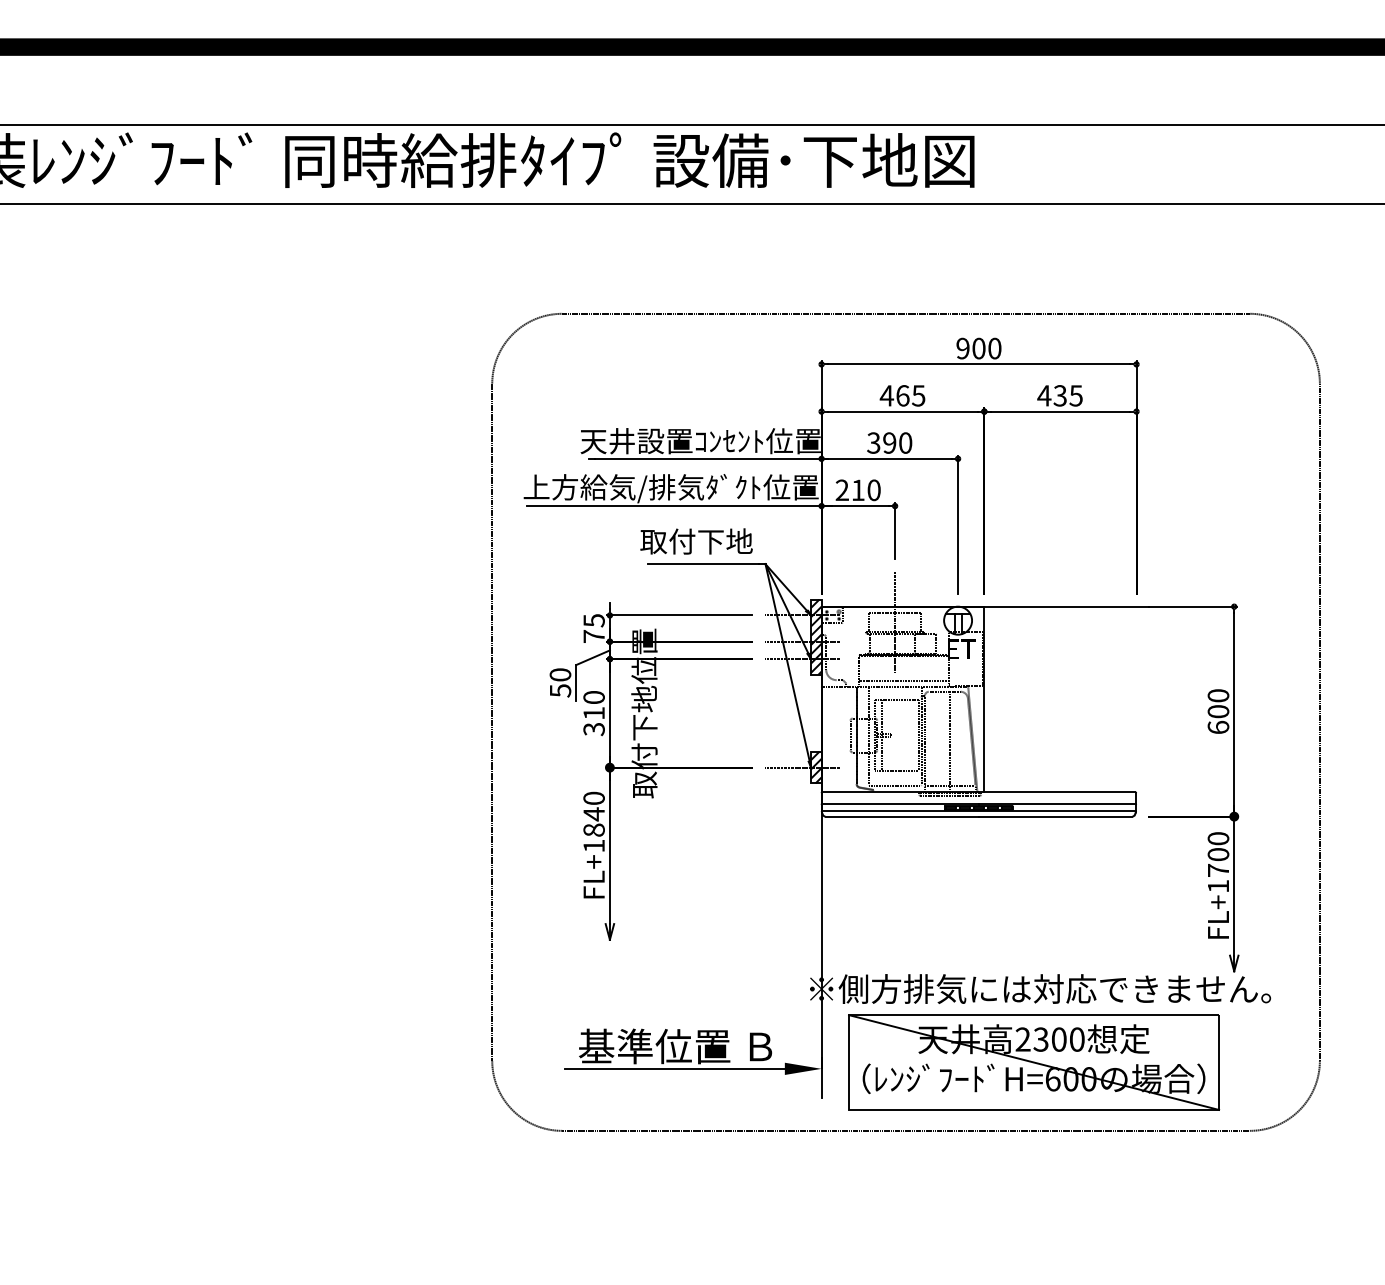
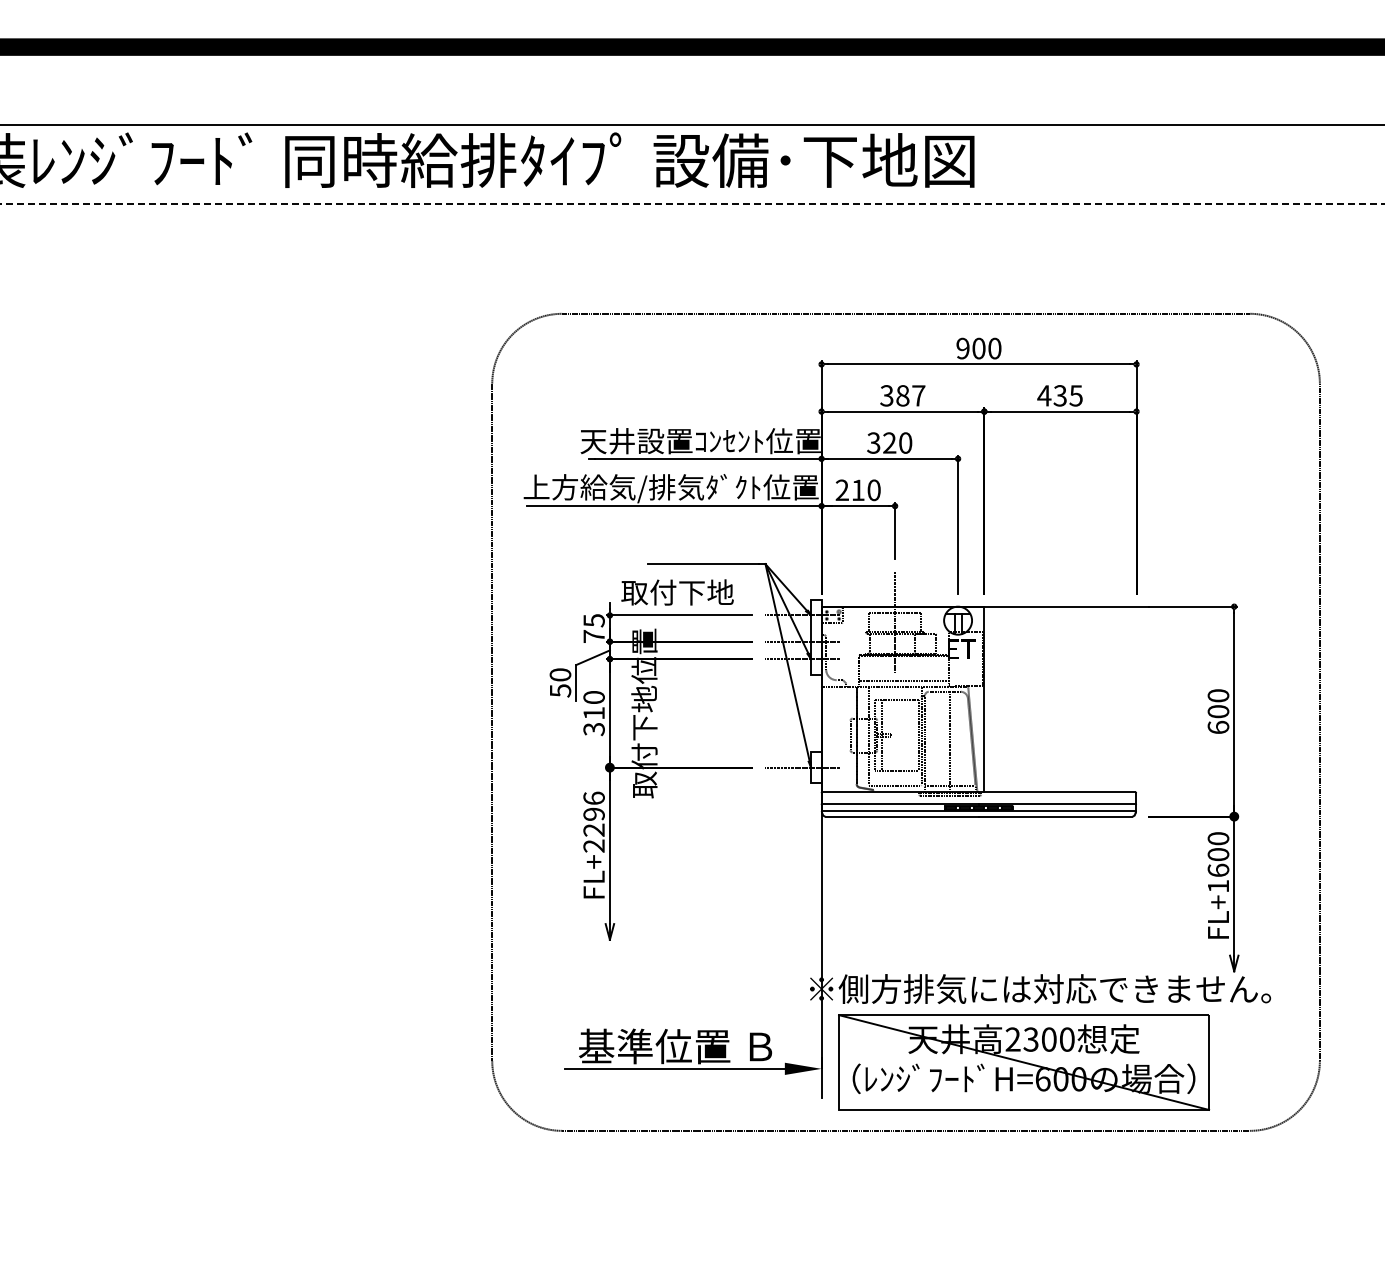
line at (692, 204): solid -> dashed
text at (902, 395): 465 -> 387
text at (889, 442): 390 -> 320
text at (696, 541) position: (696, 541) -> (677, 592)
hatch at (816, 636): present -> none
hatch at (816, 767): present -> none
text at (593, 821): FL+1840 -> FL+2296
text at (1218, 869): FL+1700 -> FL+1600
part at (1034, 1062) position: (1034, 1062) -> (1024, 1062)
